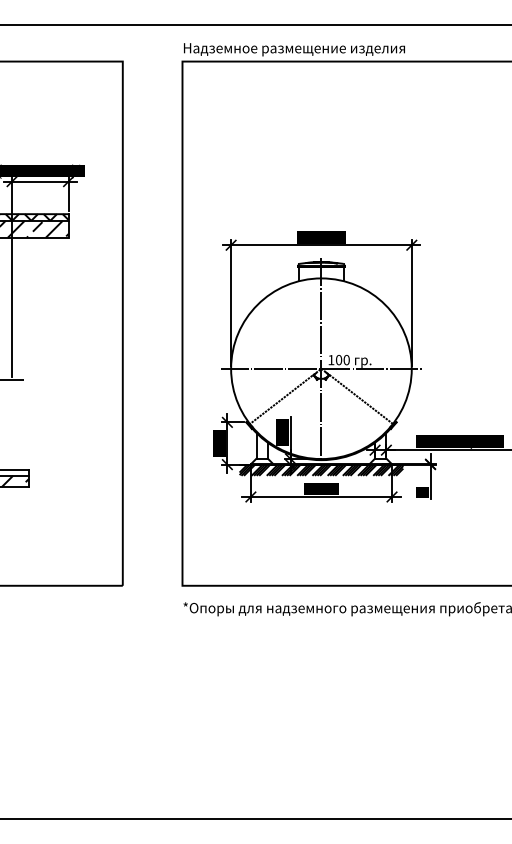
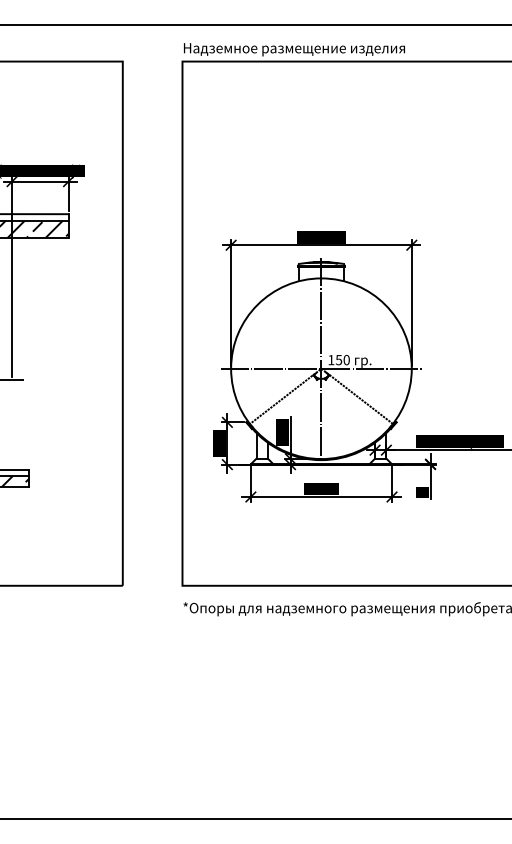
hatch at (36, 217): present -> none
text at (339, 360): 100 -> 150
hatch at (321, 469): present -> none
